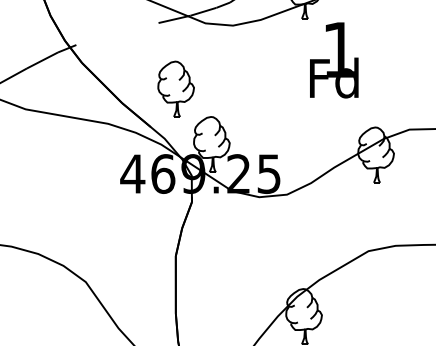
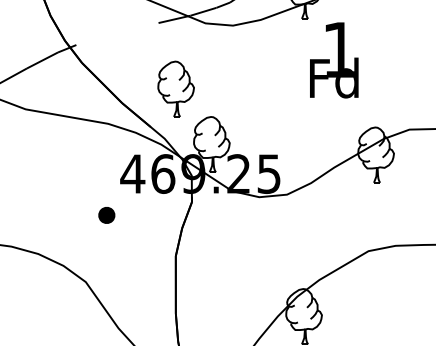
part at (106, 215): none -> present
